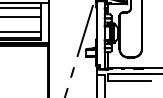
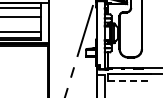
line at (129, 81): solid -> dashed
